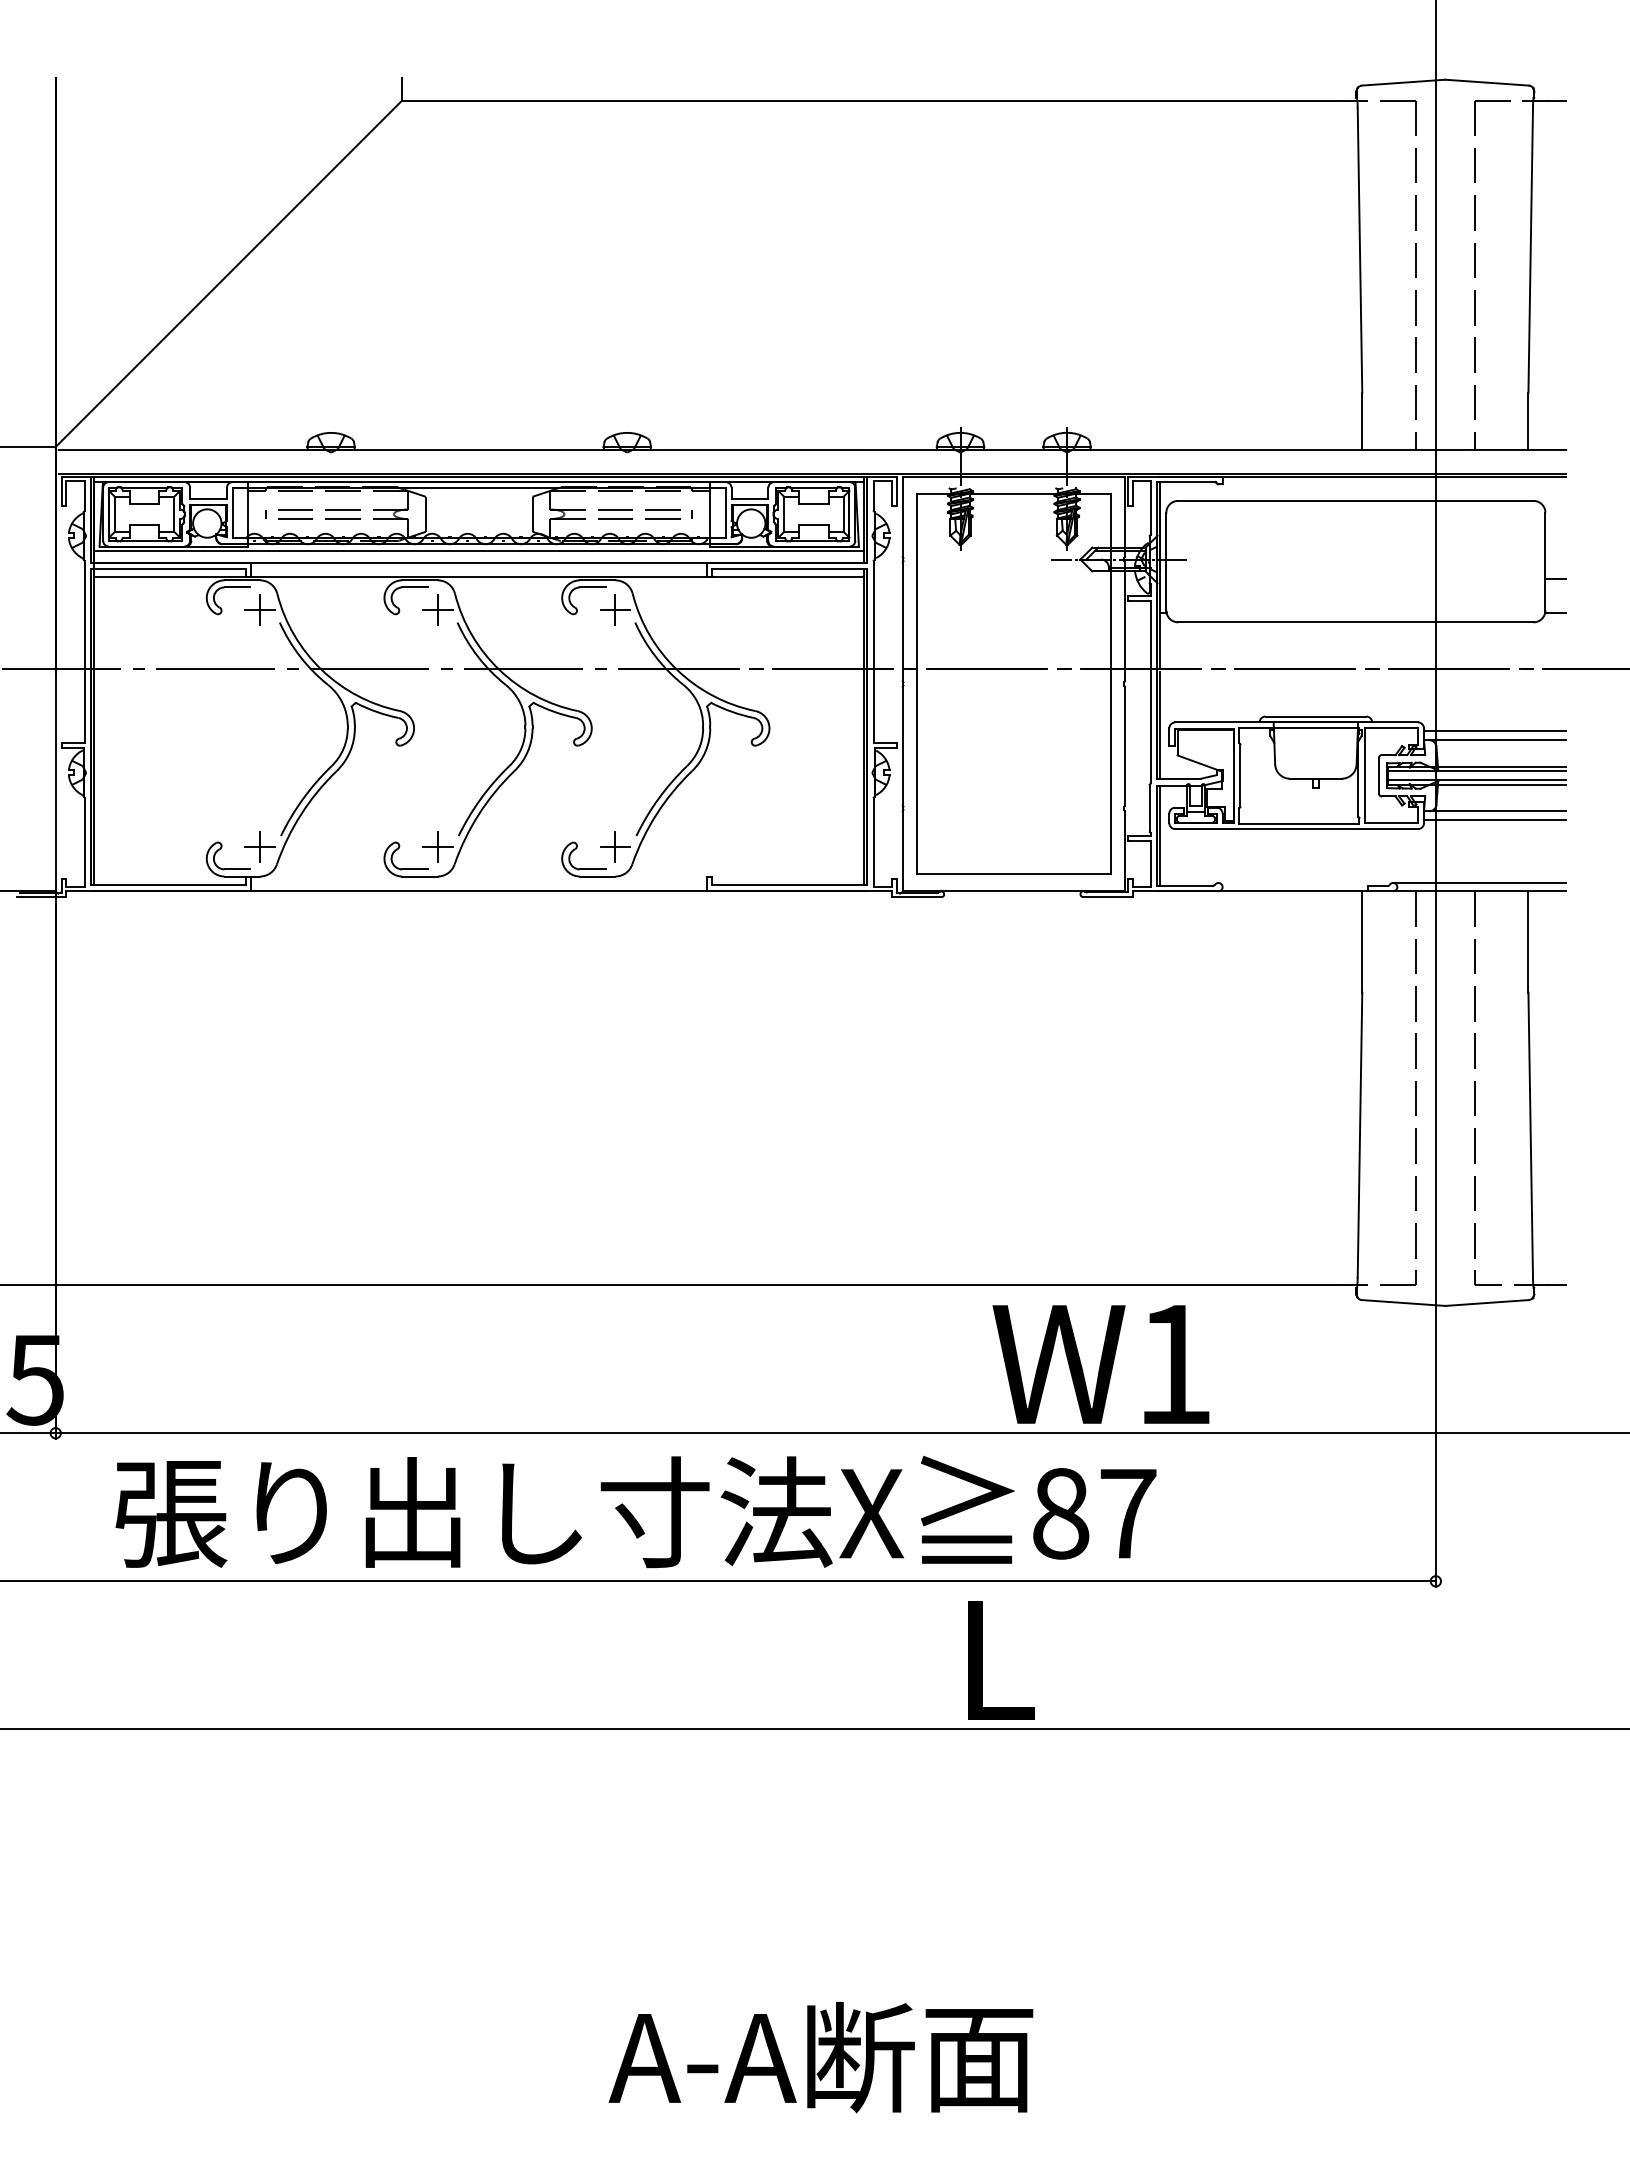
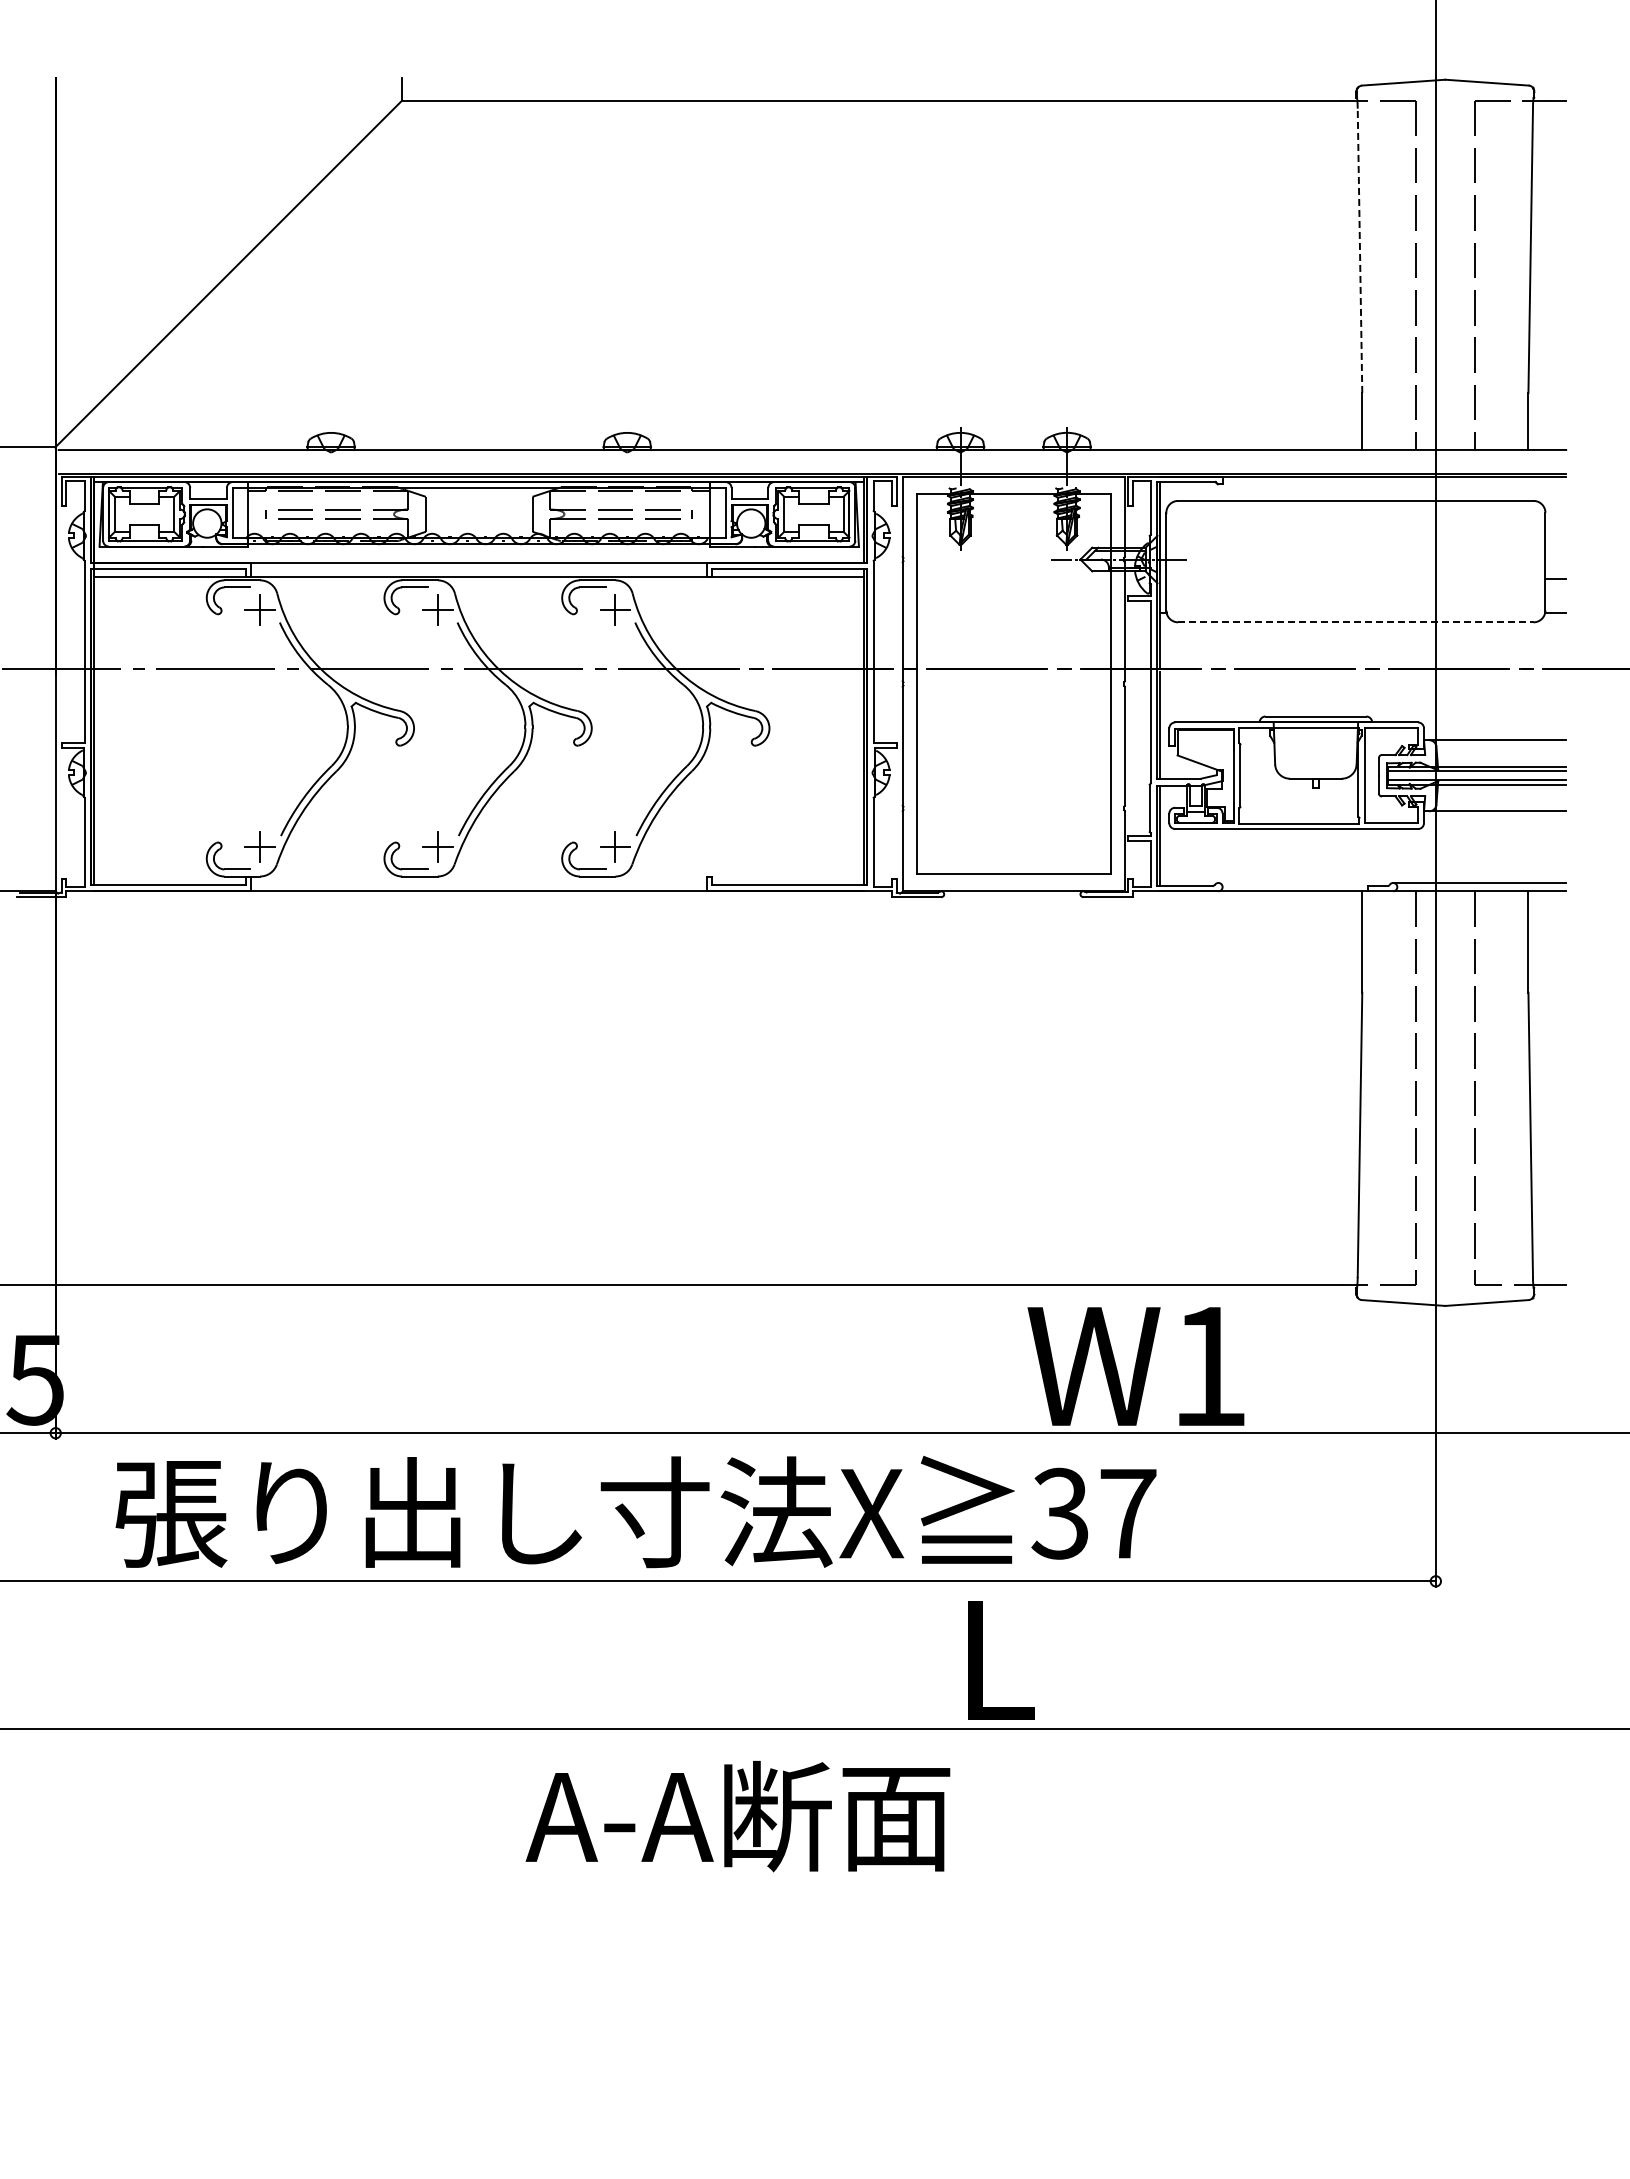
line at (1359, 250): solid -> dashed
line at (479, 550): present -> none
line at (1355, 622): solid -> dashed
line at (1495, 731): present -> none
line at (1495, 820): present -> none
text at (1100, 1364) position: (1100, 1364) -> (1135, 1366)
text at (1060, 1513): 87 -> 37
text at (820, 2057) position: (820, 2057) -> (737, 1816)
